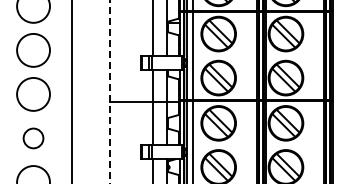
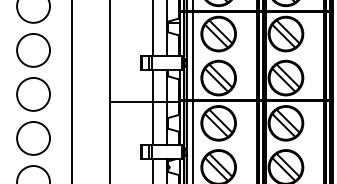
line at (109, 92): dashed -> solid
circle at (33, 138) diameter: 20 px -> 33 px
